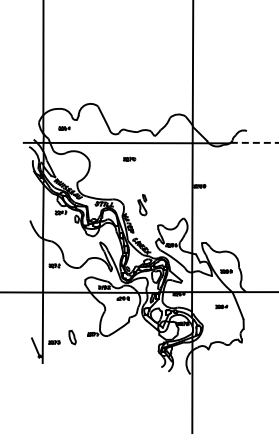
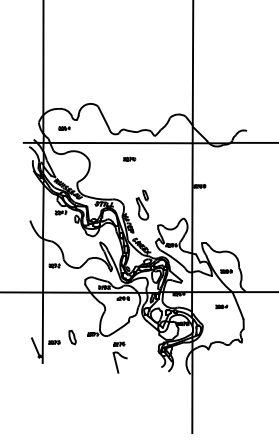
line at (254, 142): dashed -> solid
part at (142, 205) size: 11x23 px -> 15x32 px
part at (119, 357): none -> present
